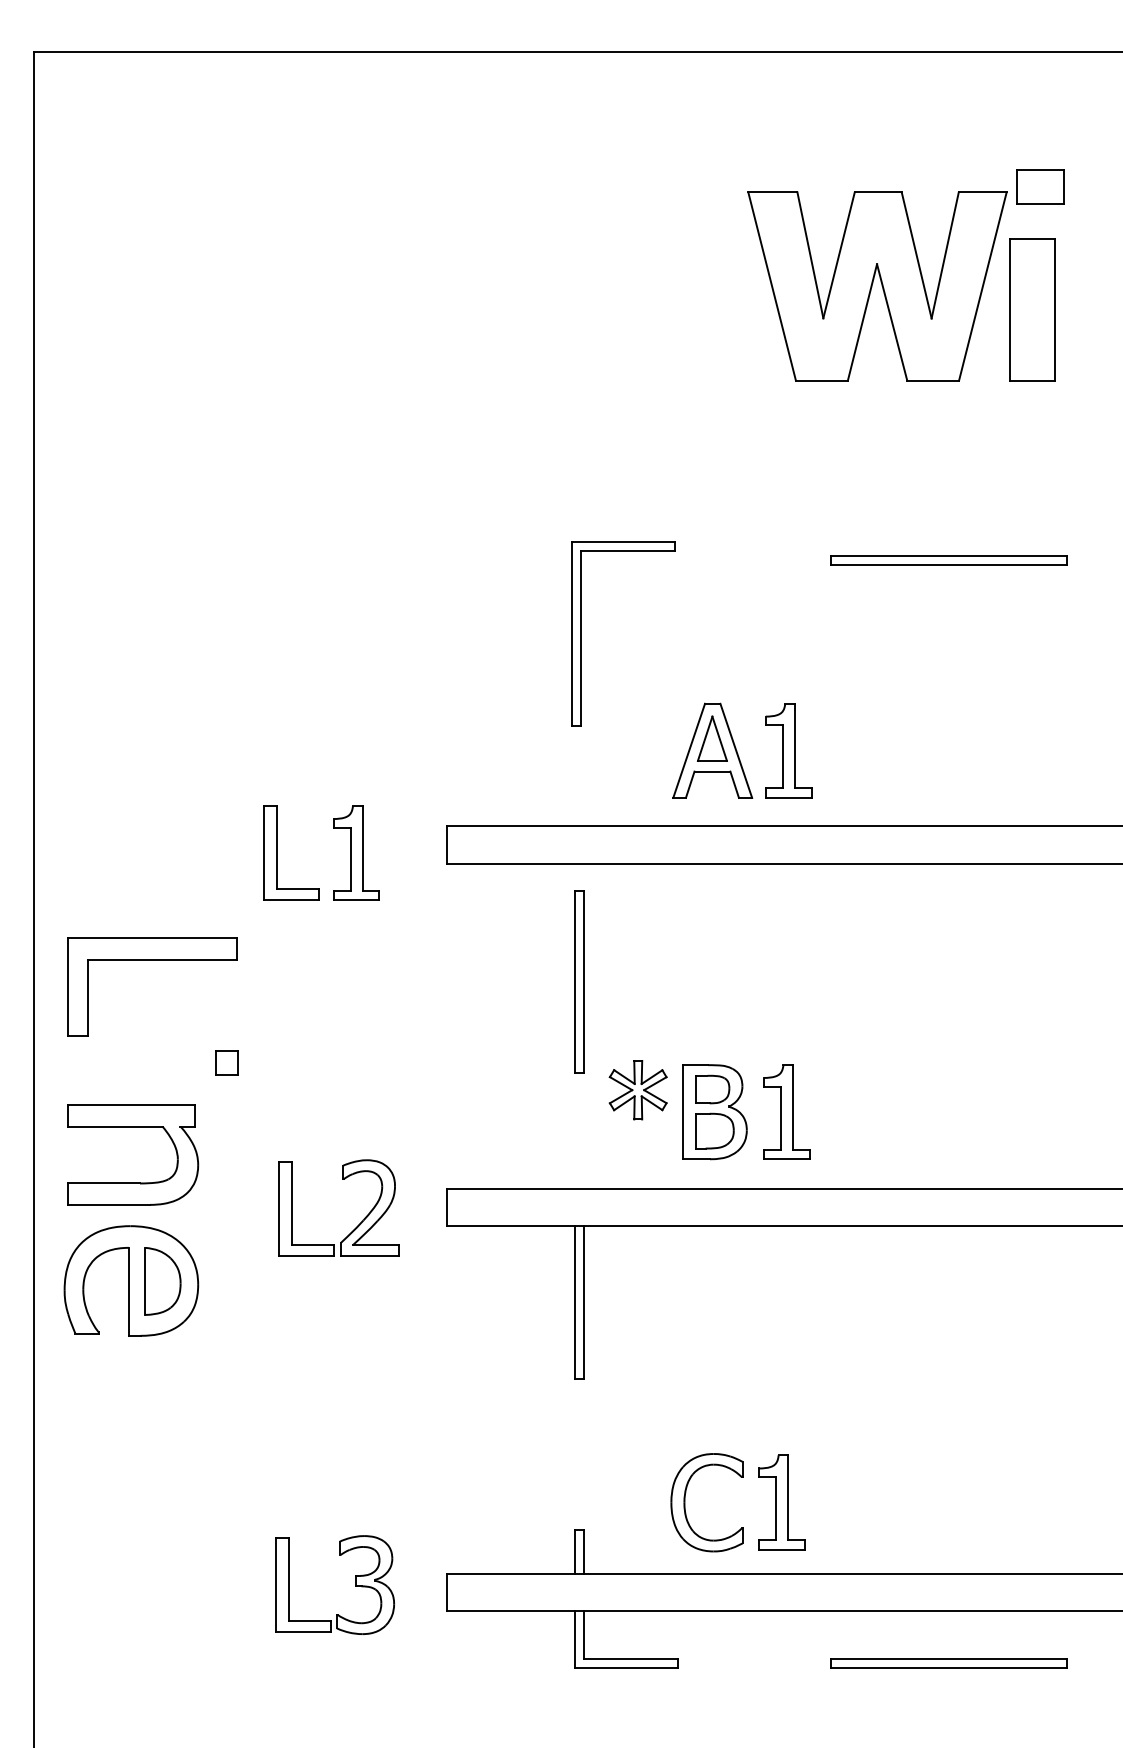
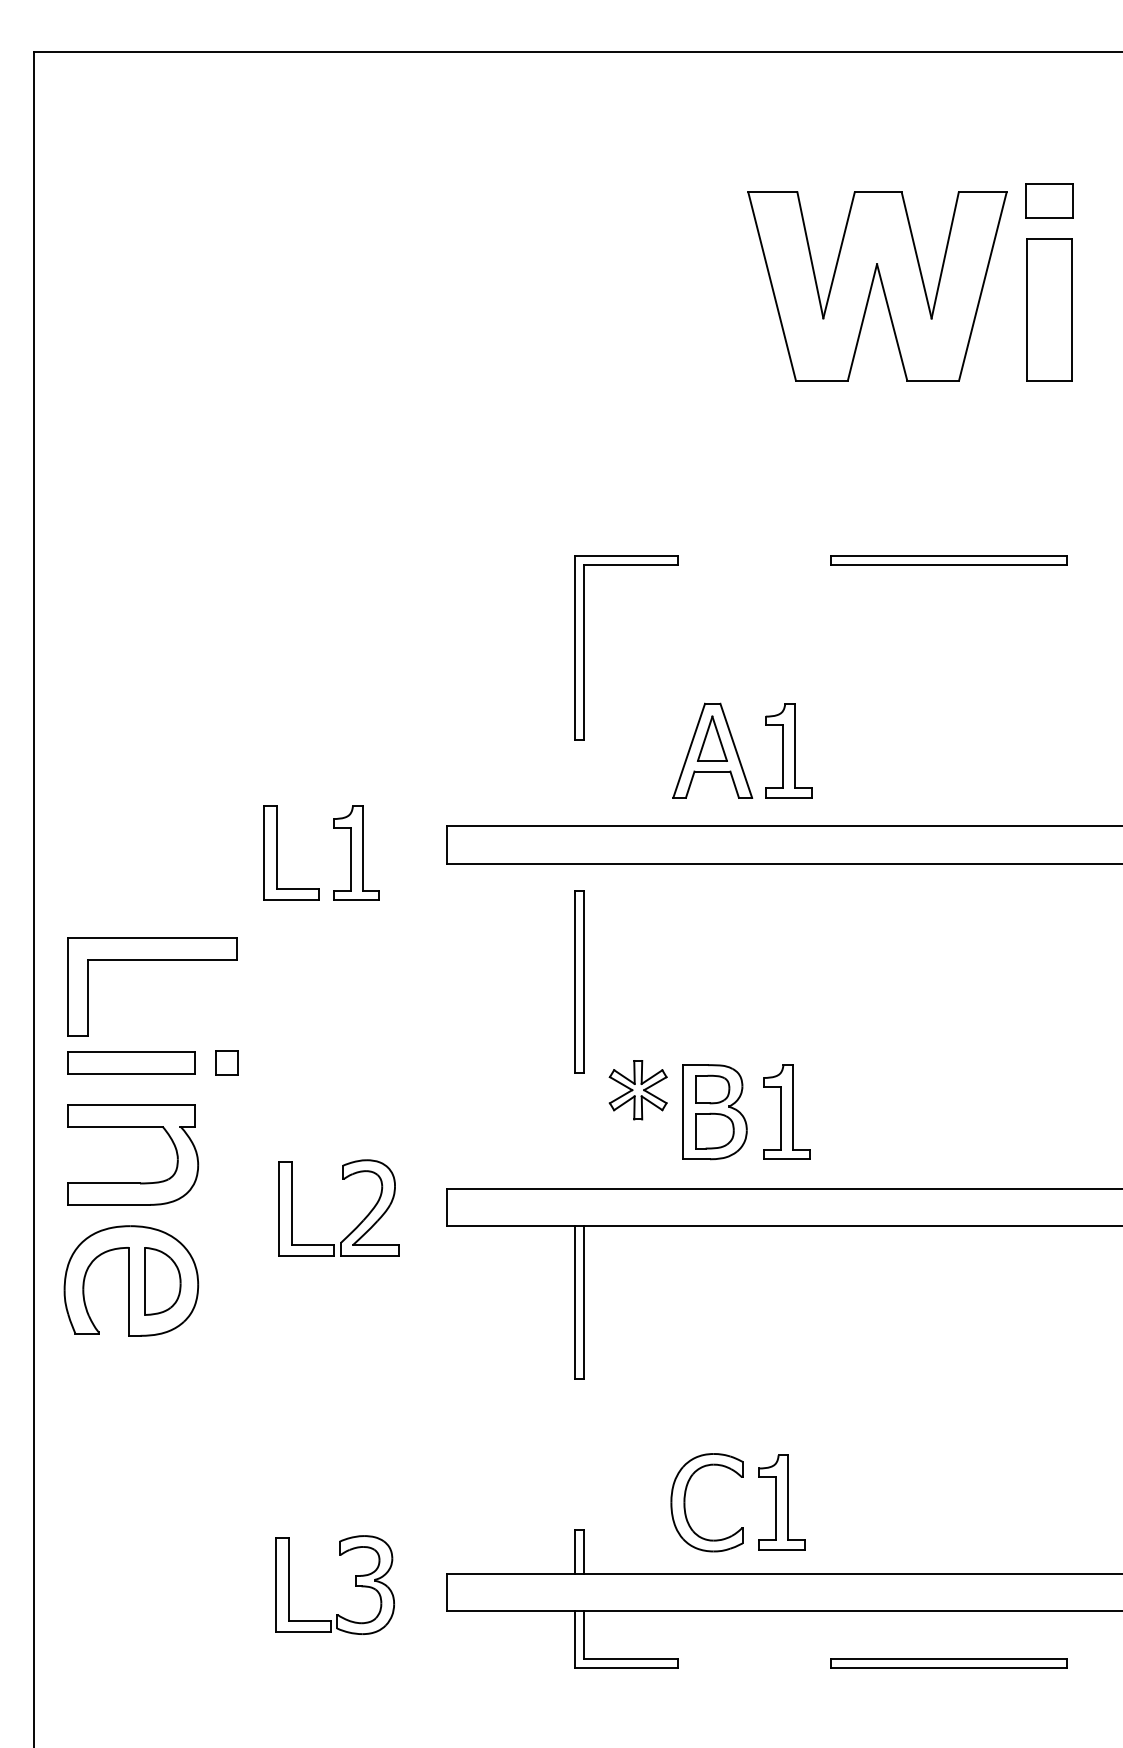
part at (1040, 186) position: (1040, 186) -> (1049, 200)
part at (1032, 309) position: (1032, 309) -> (1049, 309)
part at (581, 633) position: (581, 633) -> (584, 647)
part at (131, 1062): none -> present
